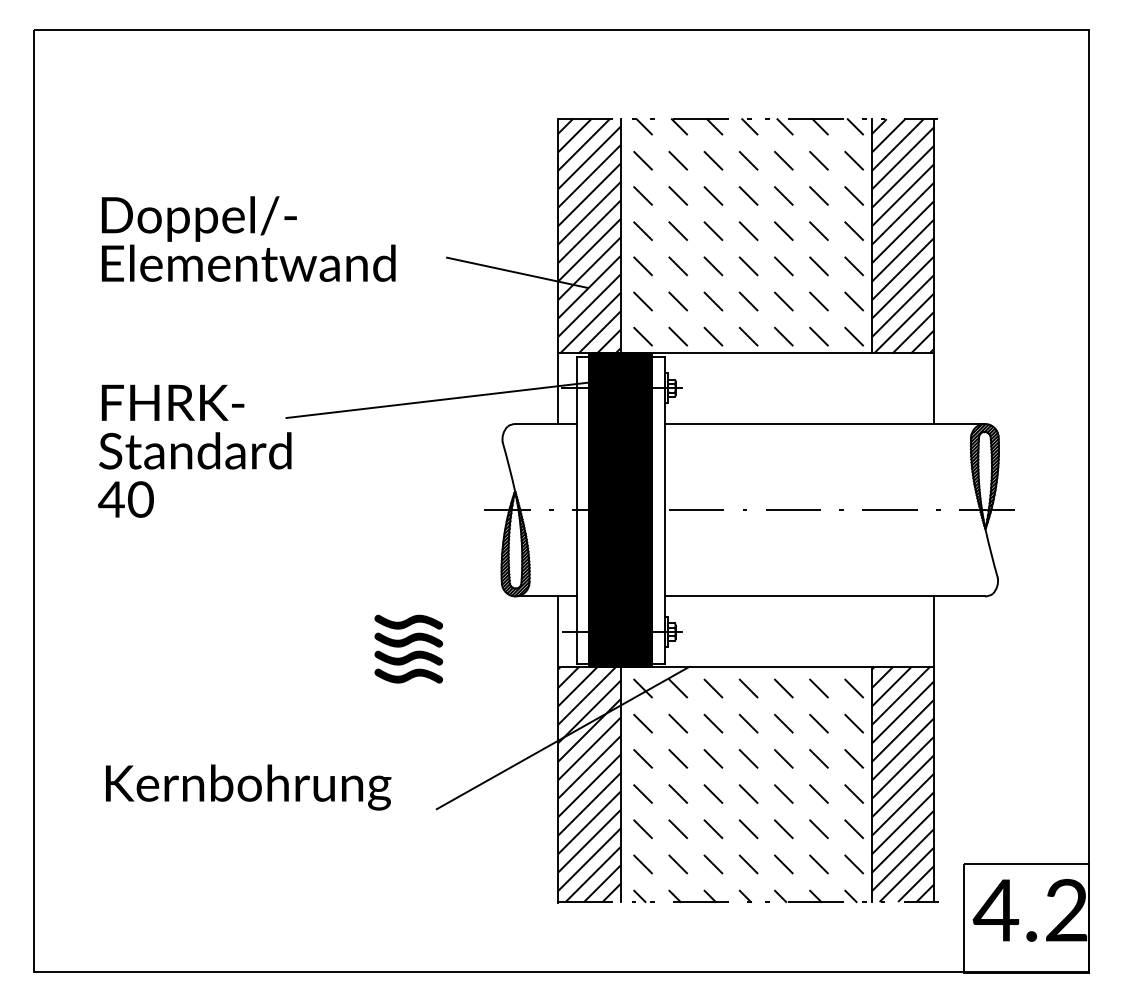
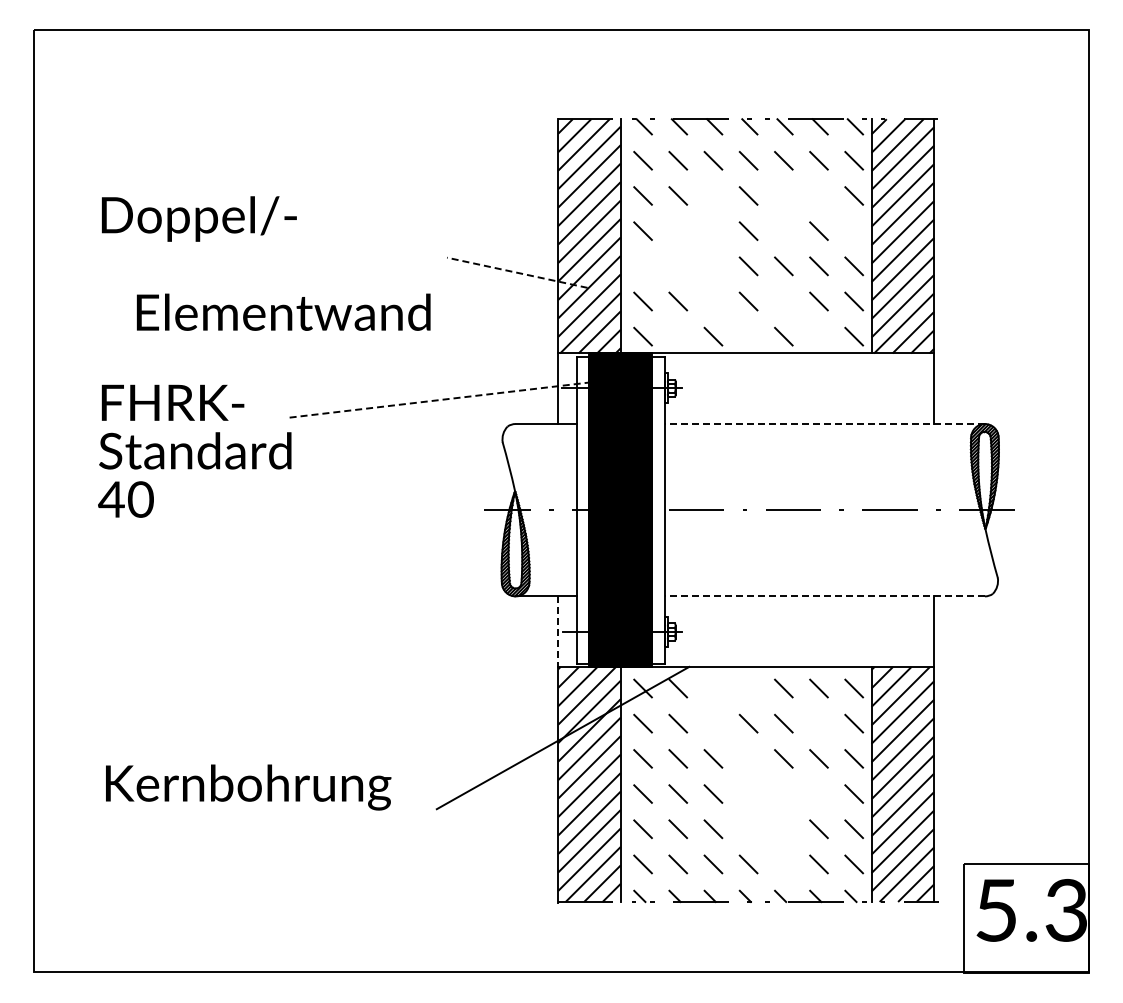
line at (713, 195): present -> none
line at (783, 195): present -> none
line at (818, 195): present -> none
line at (677, 230): present -> none
line at (713, 230): present -> none
line at (783, 230): present -> none
line at (854, 230): present -> none
text at (248, 262) position: (248, 262) -> (283, 311)
line at (642, 266): present -> none
line at (678, 266): present -> none
line at (713, 266): present -> none
line at (517, 272): solid -> dashed
line at (713, 301): present -> none
line at (783, 301): present -> none
line at (678, 336): present -> none
line at (748, 336): present -> none
line at (818, 336): present -> none
line at (454, 398): solid -> dashed
line at (824, 424): solid -> dashed
line at (824, 596): solid -> dashed
fill at (408, 621): present -> none
line at (558, 632): solid -> dashed
fill at (408, 639): present -> none
fill at (408, 657): present -> none
fill at (408, 675): present -> none
line at (713, 688): present -> none
line at (748, 688): present -> none
line at (713, 723): present -> none
line at (818, 723): present -> none
line at (748, 758): present -> none
line at (748, 793): present -> none
line at (783, 793): present -> none
line at (818, 793): present -> none
line at (748, 829): present -> none
line at (783, 829): present -> none
line at (783, 864): present -> none
text at (1029, 910): 4.2 -> 5.3
